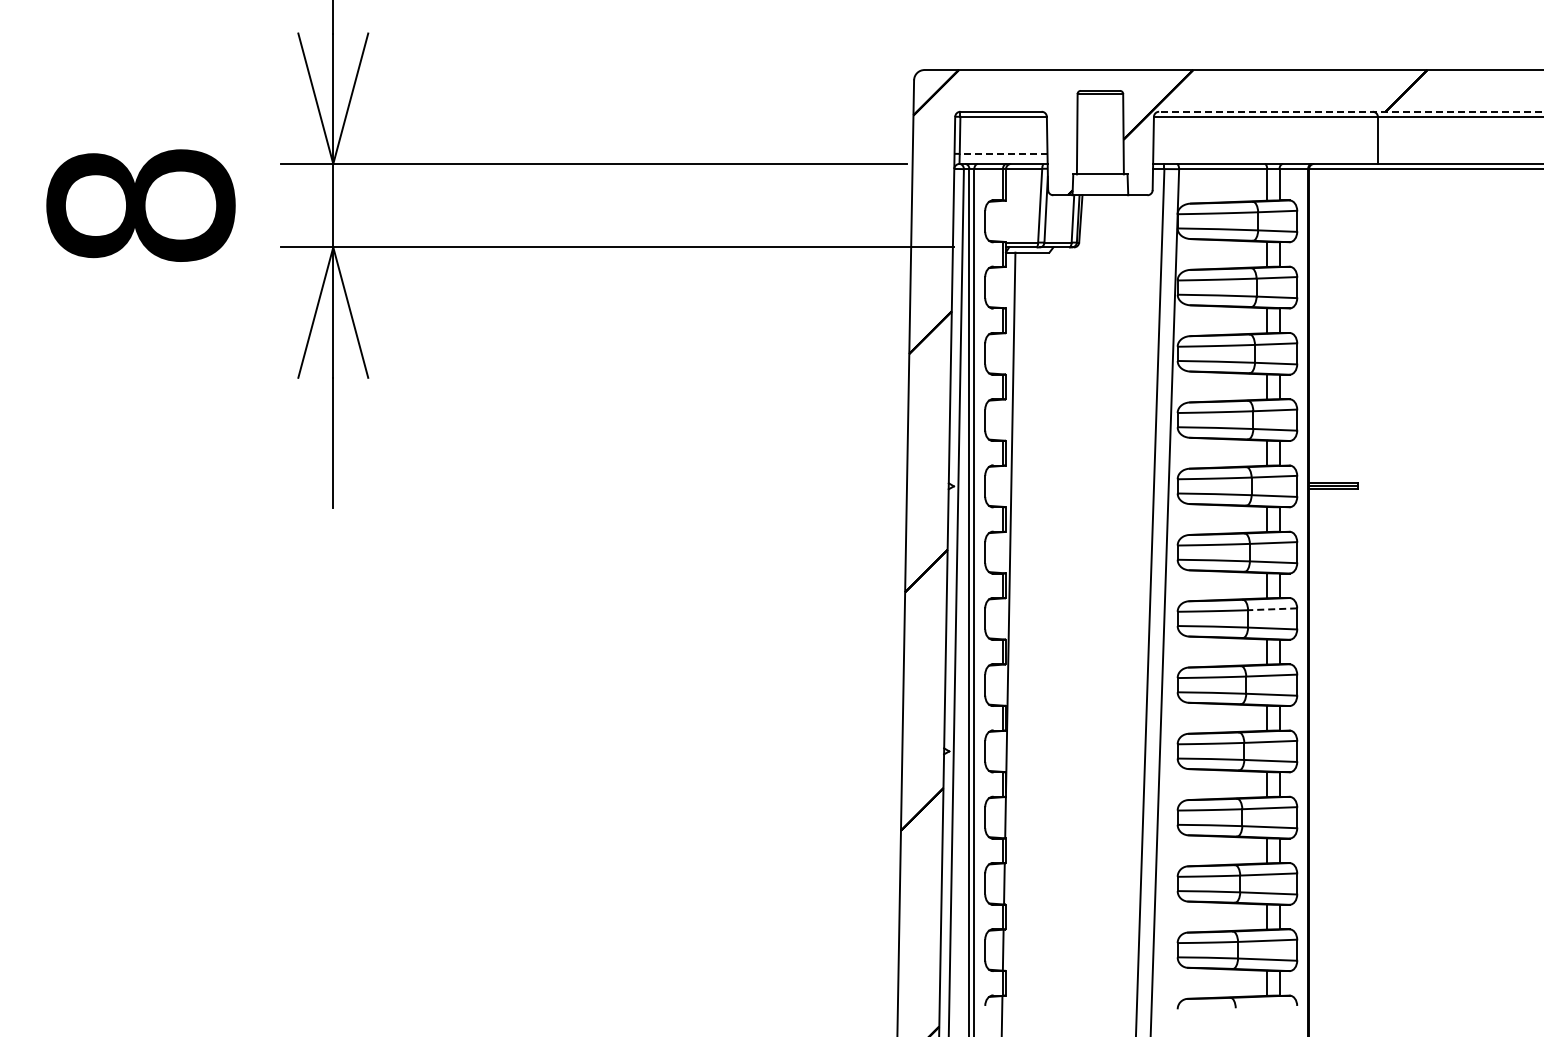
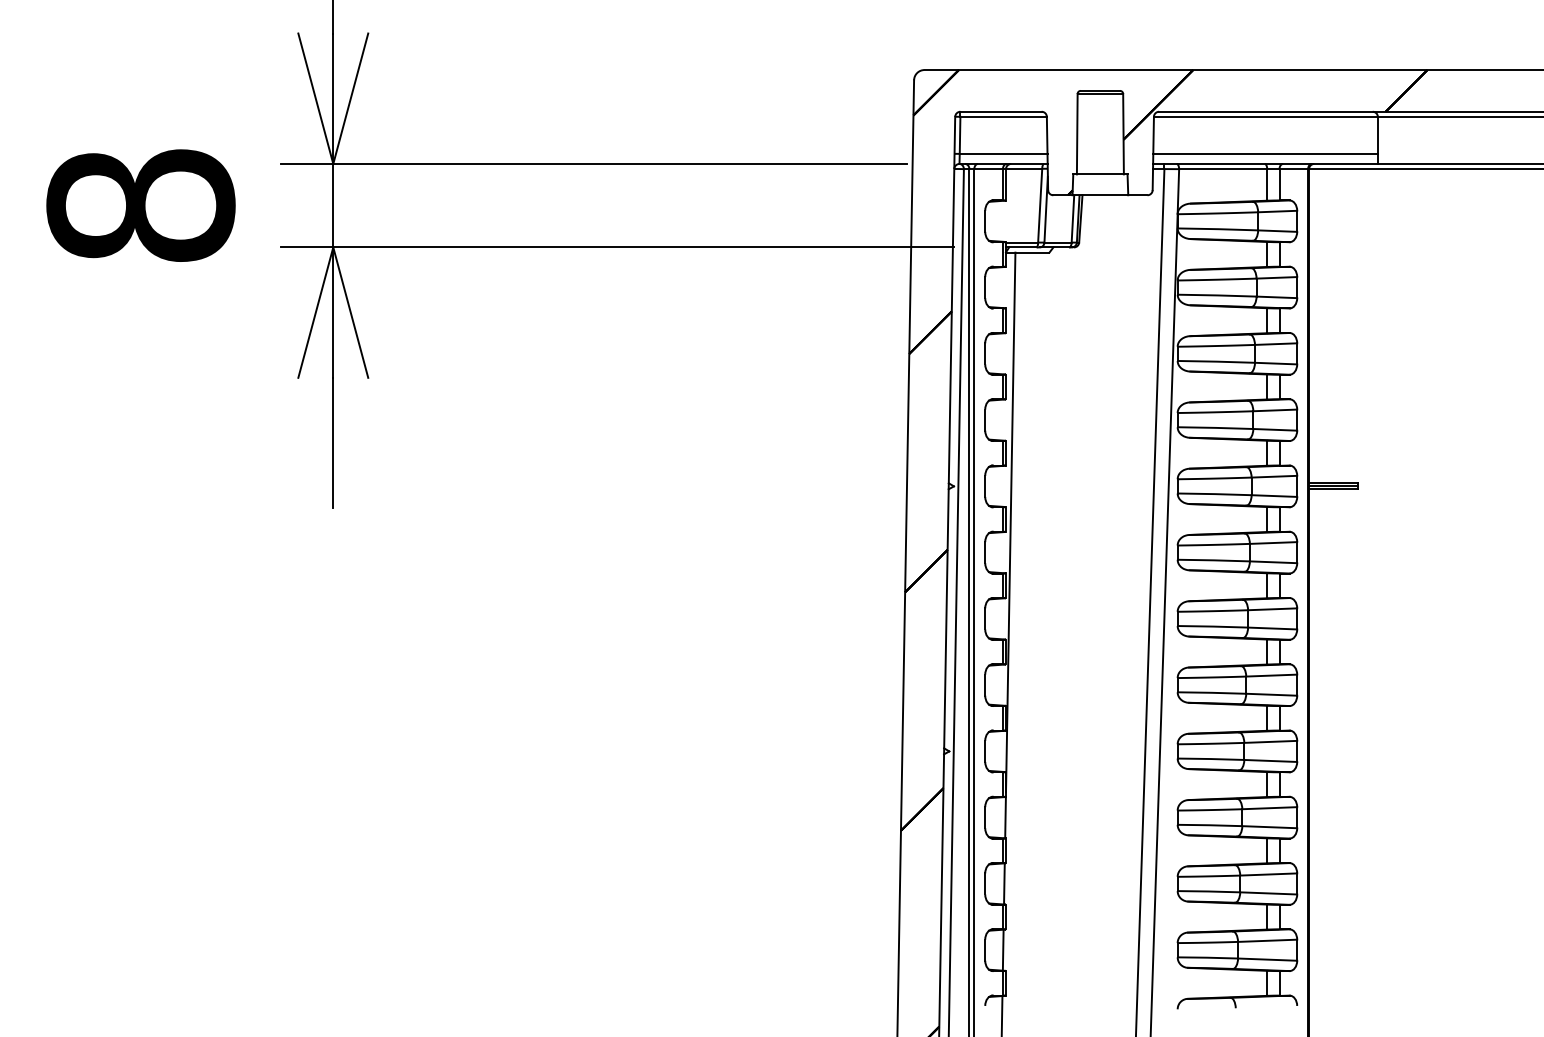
line at (1351, 111): dashed -> solid
line at (1003, 153): dashed -> solid
line at (1265, 153): none -> present
line at (1272, 609): dashed -> solid
